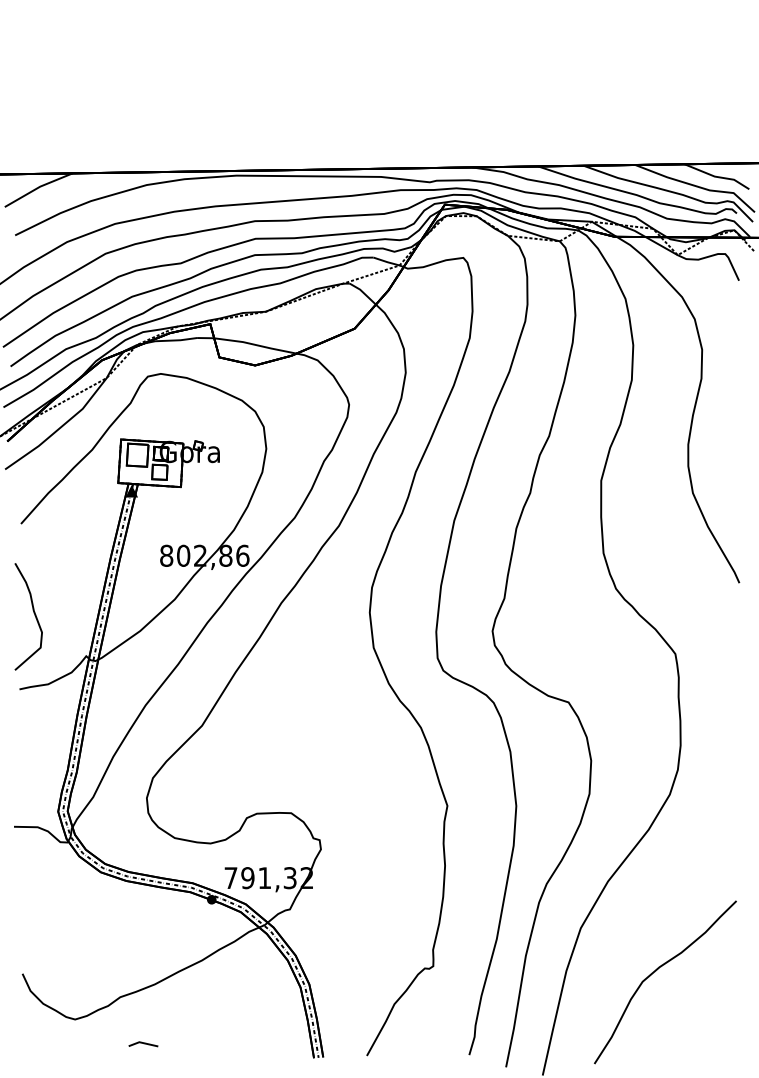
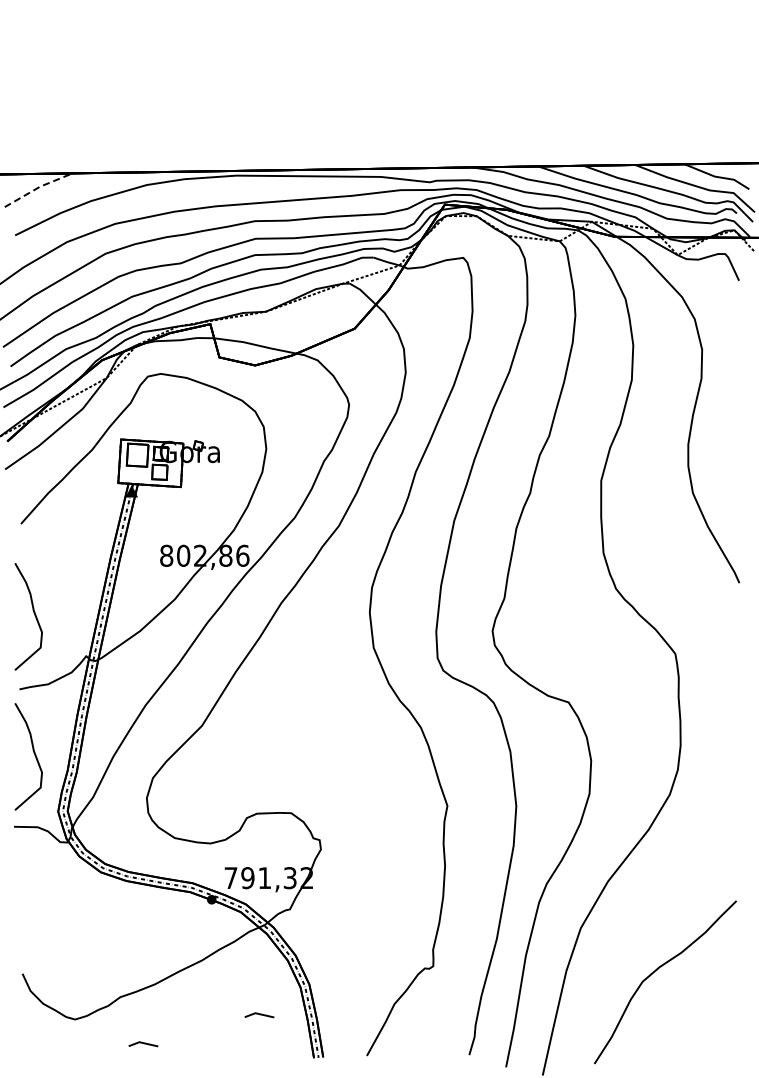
line at (38, 187): solid -> dashed
curve at (33, 753): none -> present
line at (259, 1014): none -> present
